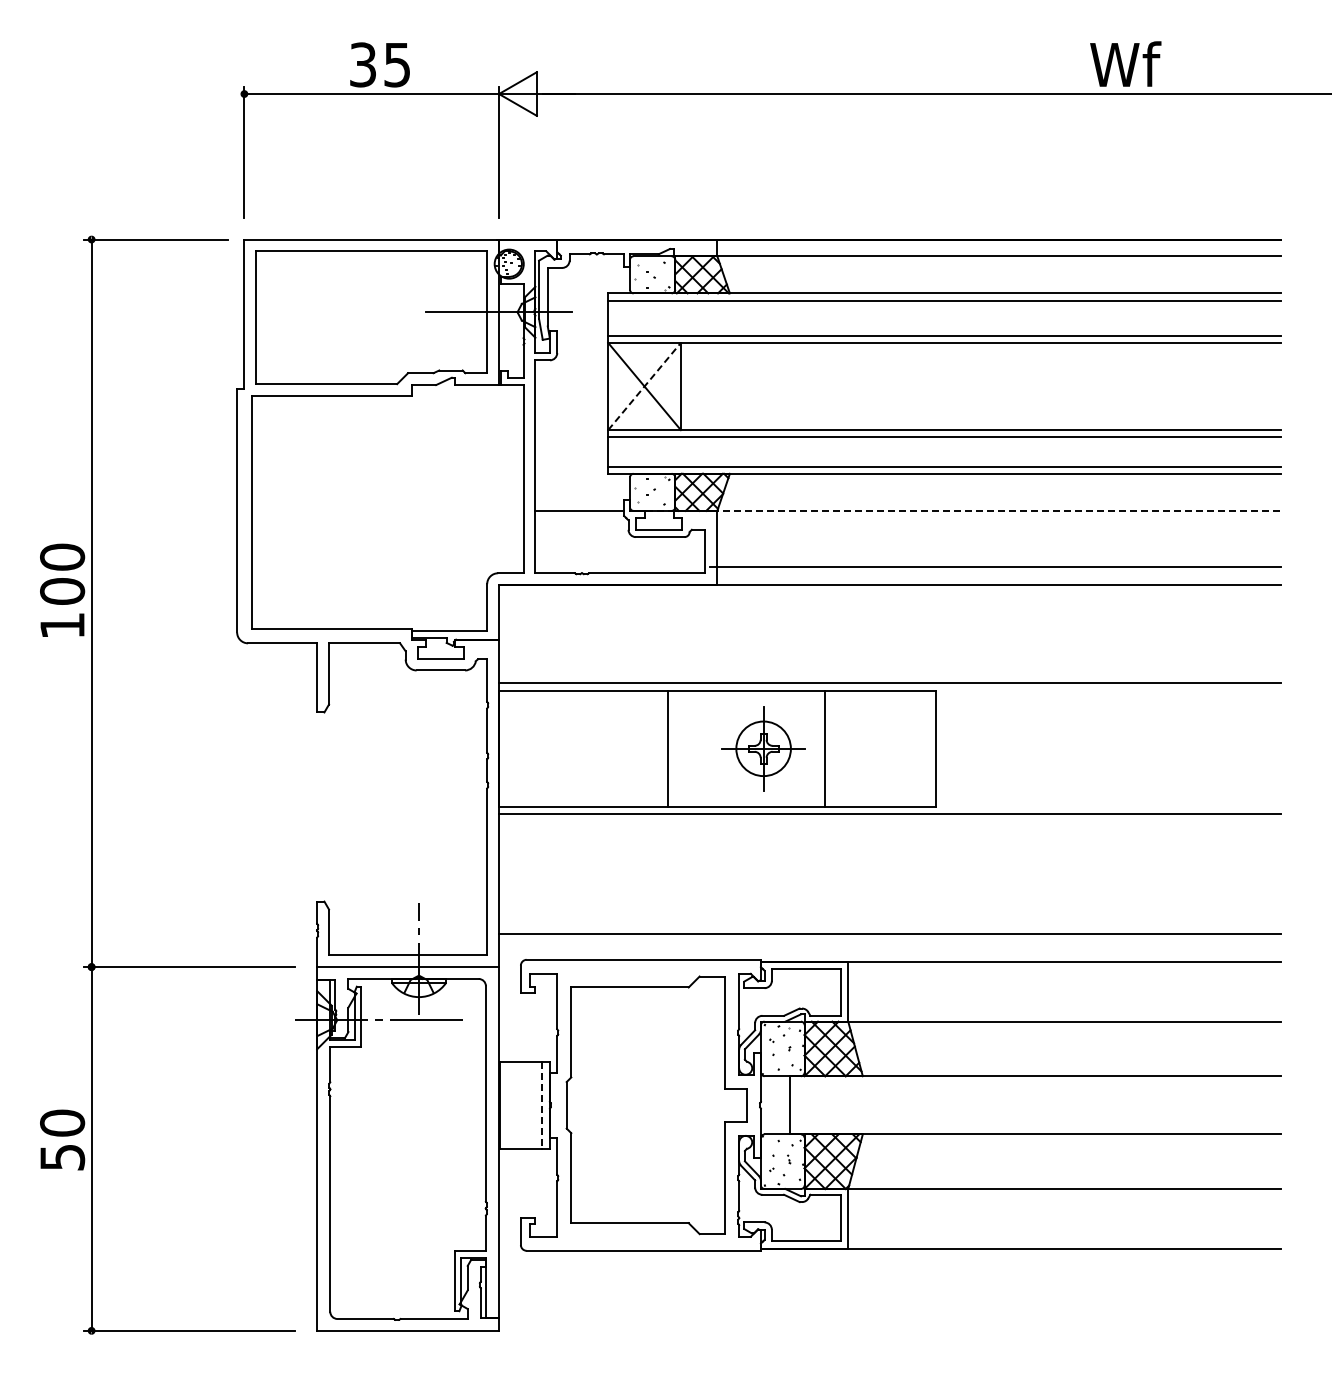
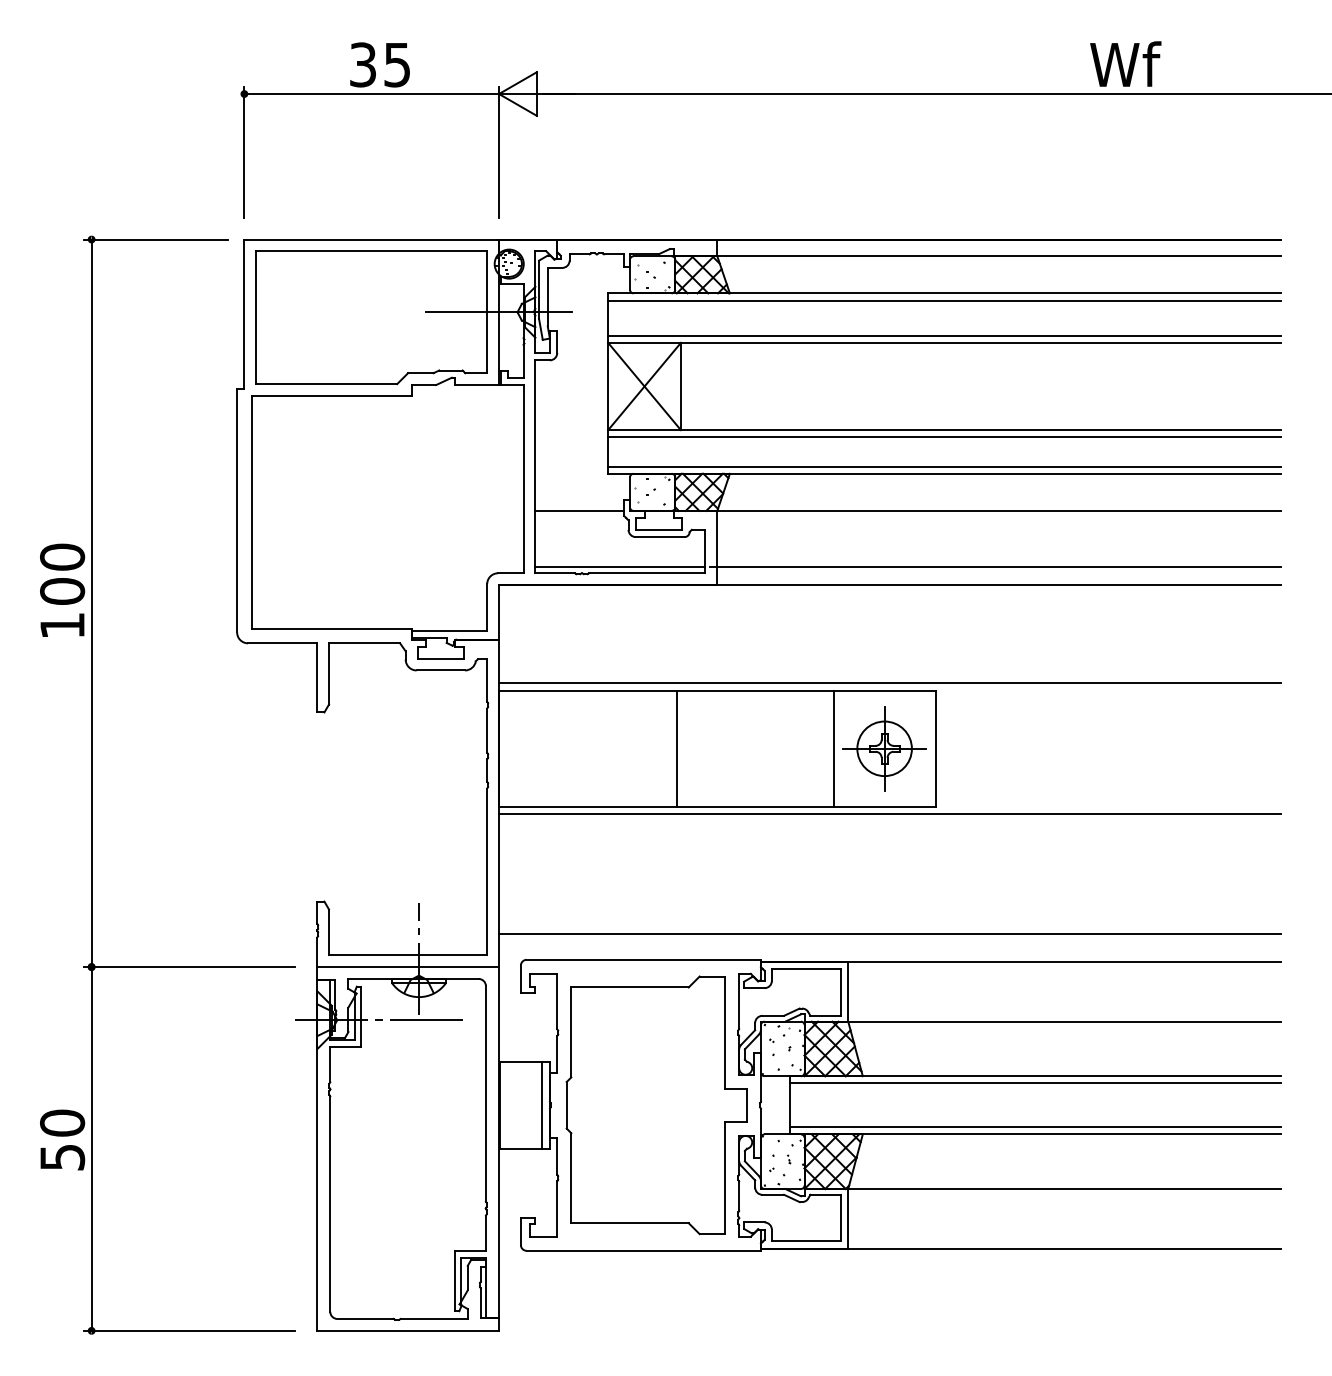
line at (644, 386): dashed -> solid
line at (958, 510): dashed -> solid
line at (620, 566): none -> present
line at (668, 748) position: (668, 748) -> (677, 748)
part at (763, 748) position: (763, 748) -> (884, 748)
line at (824, 748) position: (824, 748) -> (833, 748)
line at (1035, 1083): none -> present
line at (541, 1105): dashed -> solid
line at (1035, 1127): none -> present
